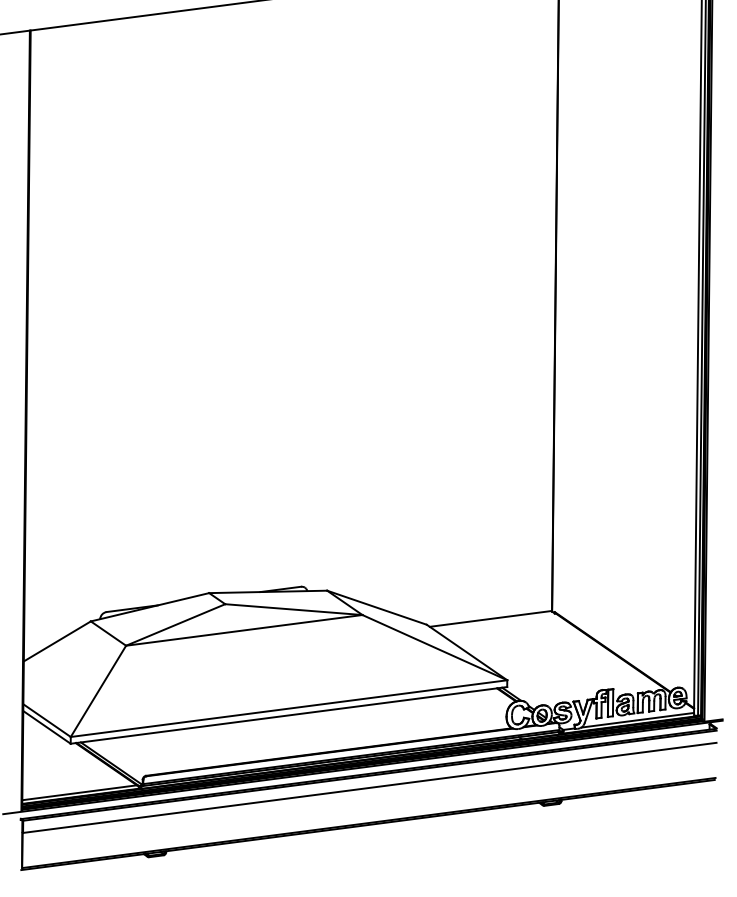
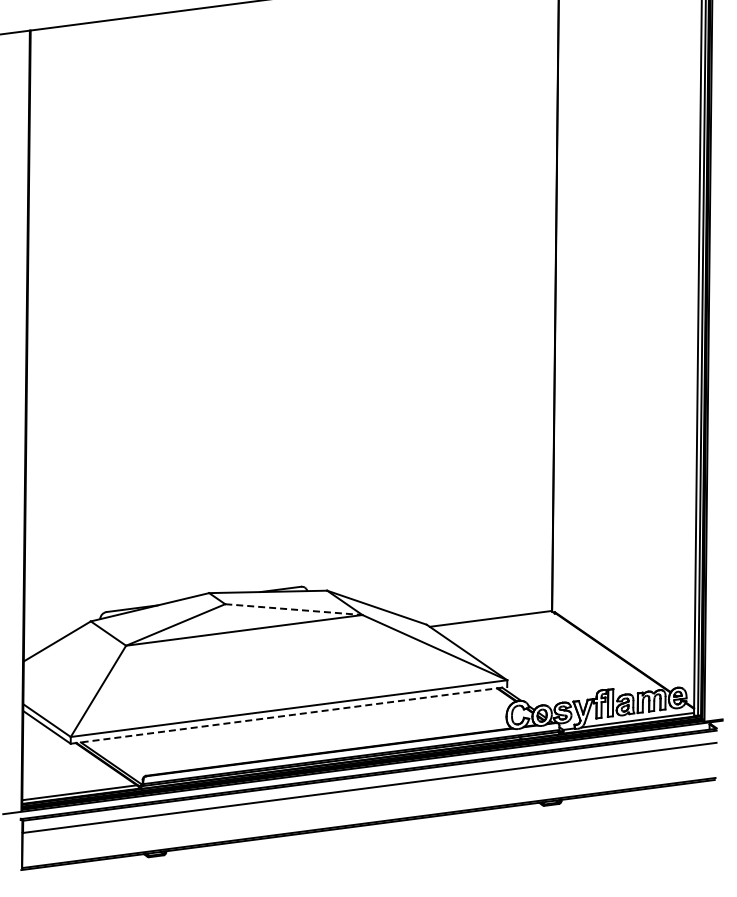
line at (293, 609): solid -> dashed
line at (289, 715): solid -> dashed
